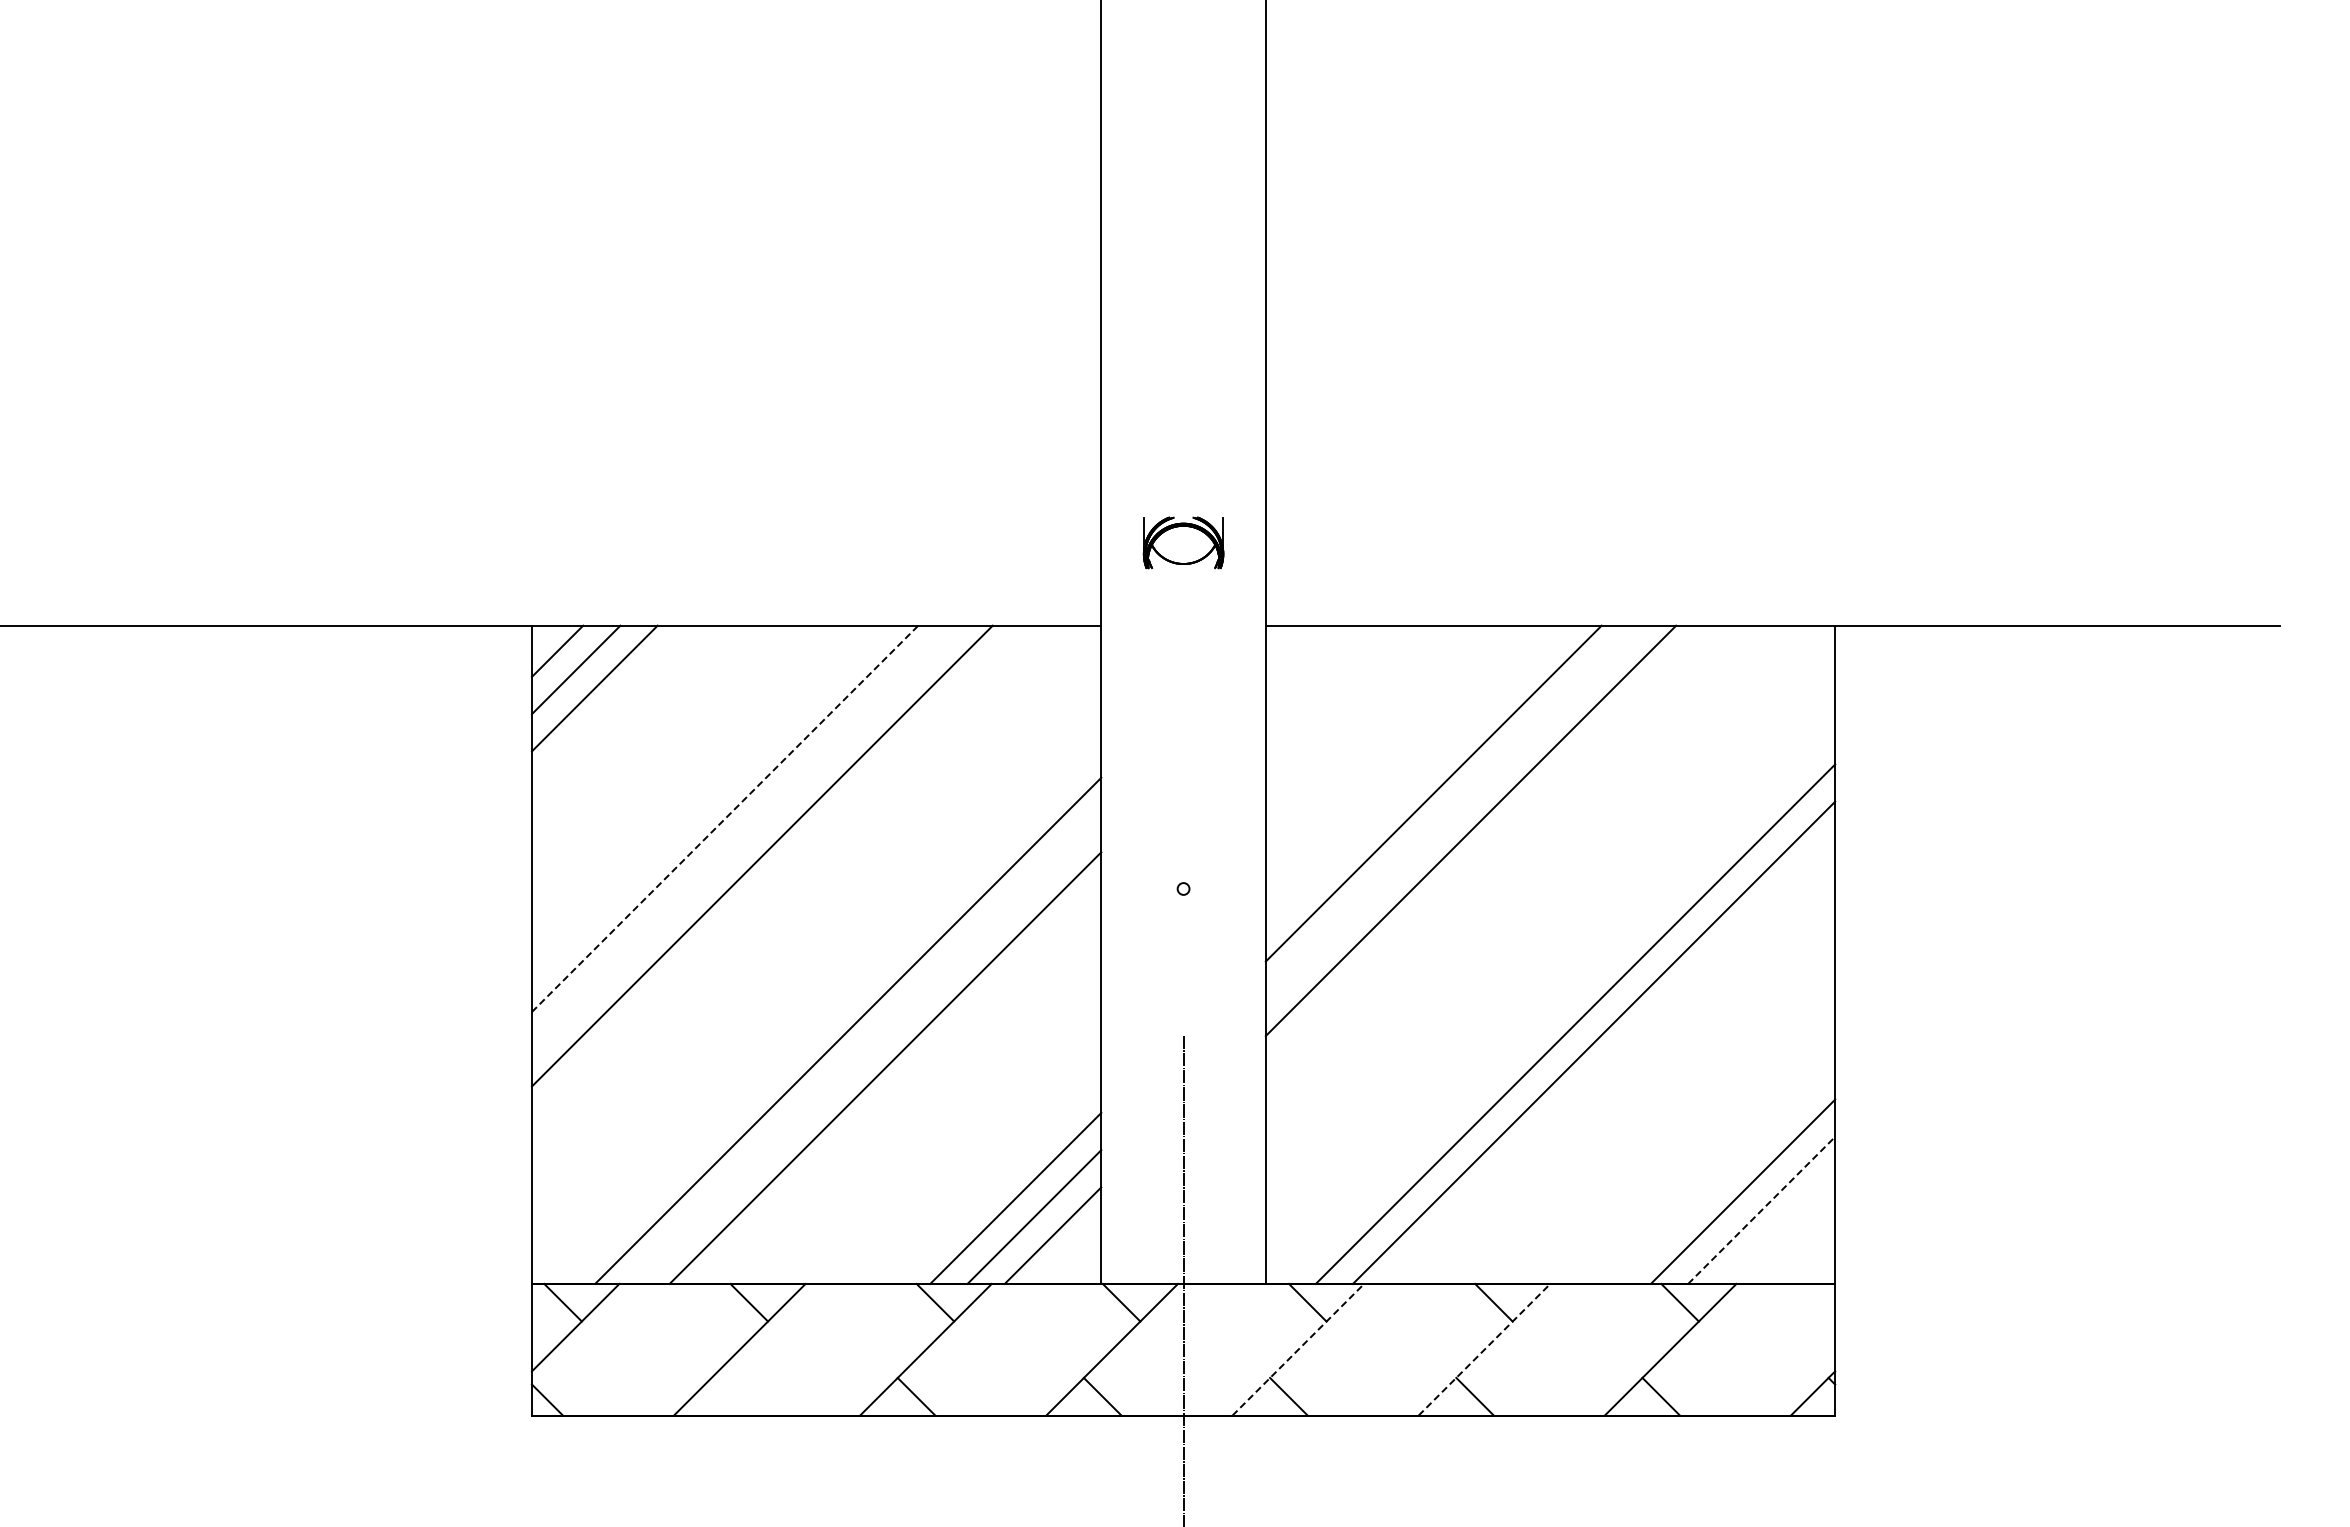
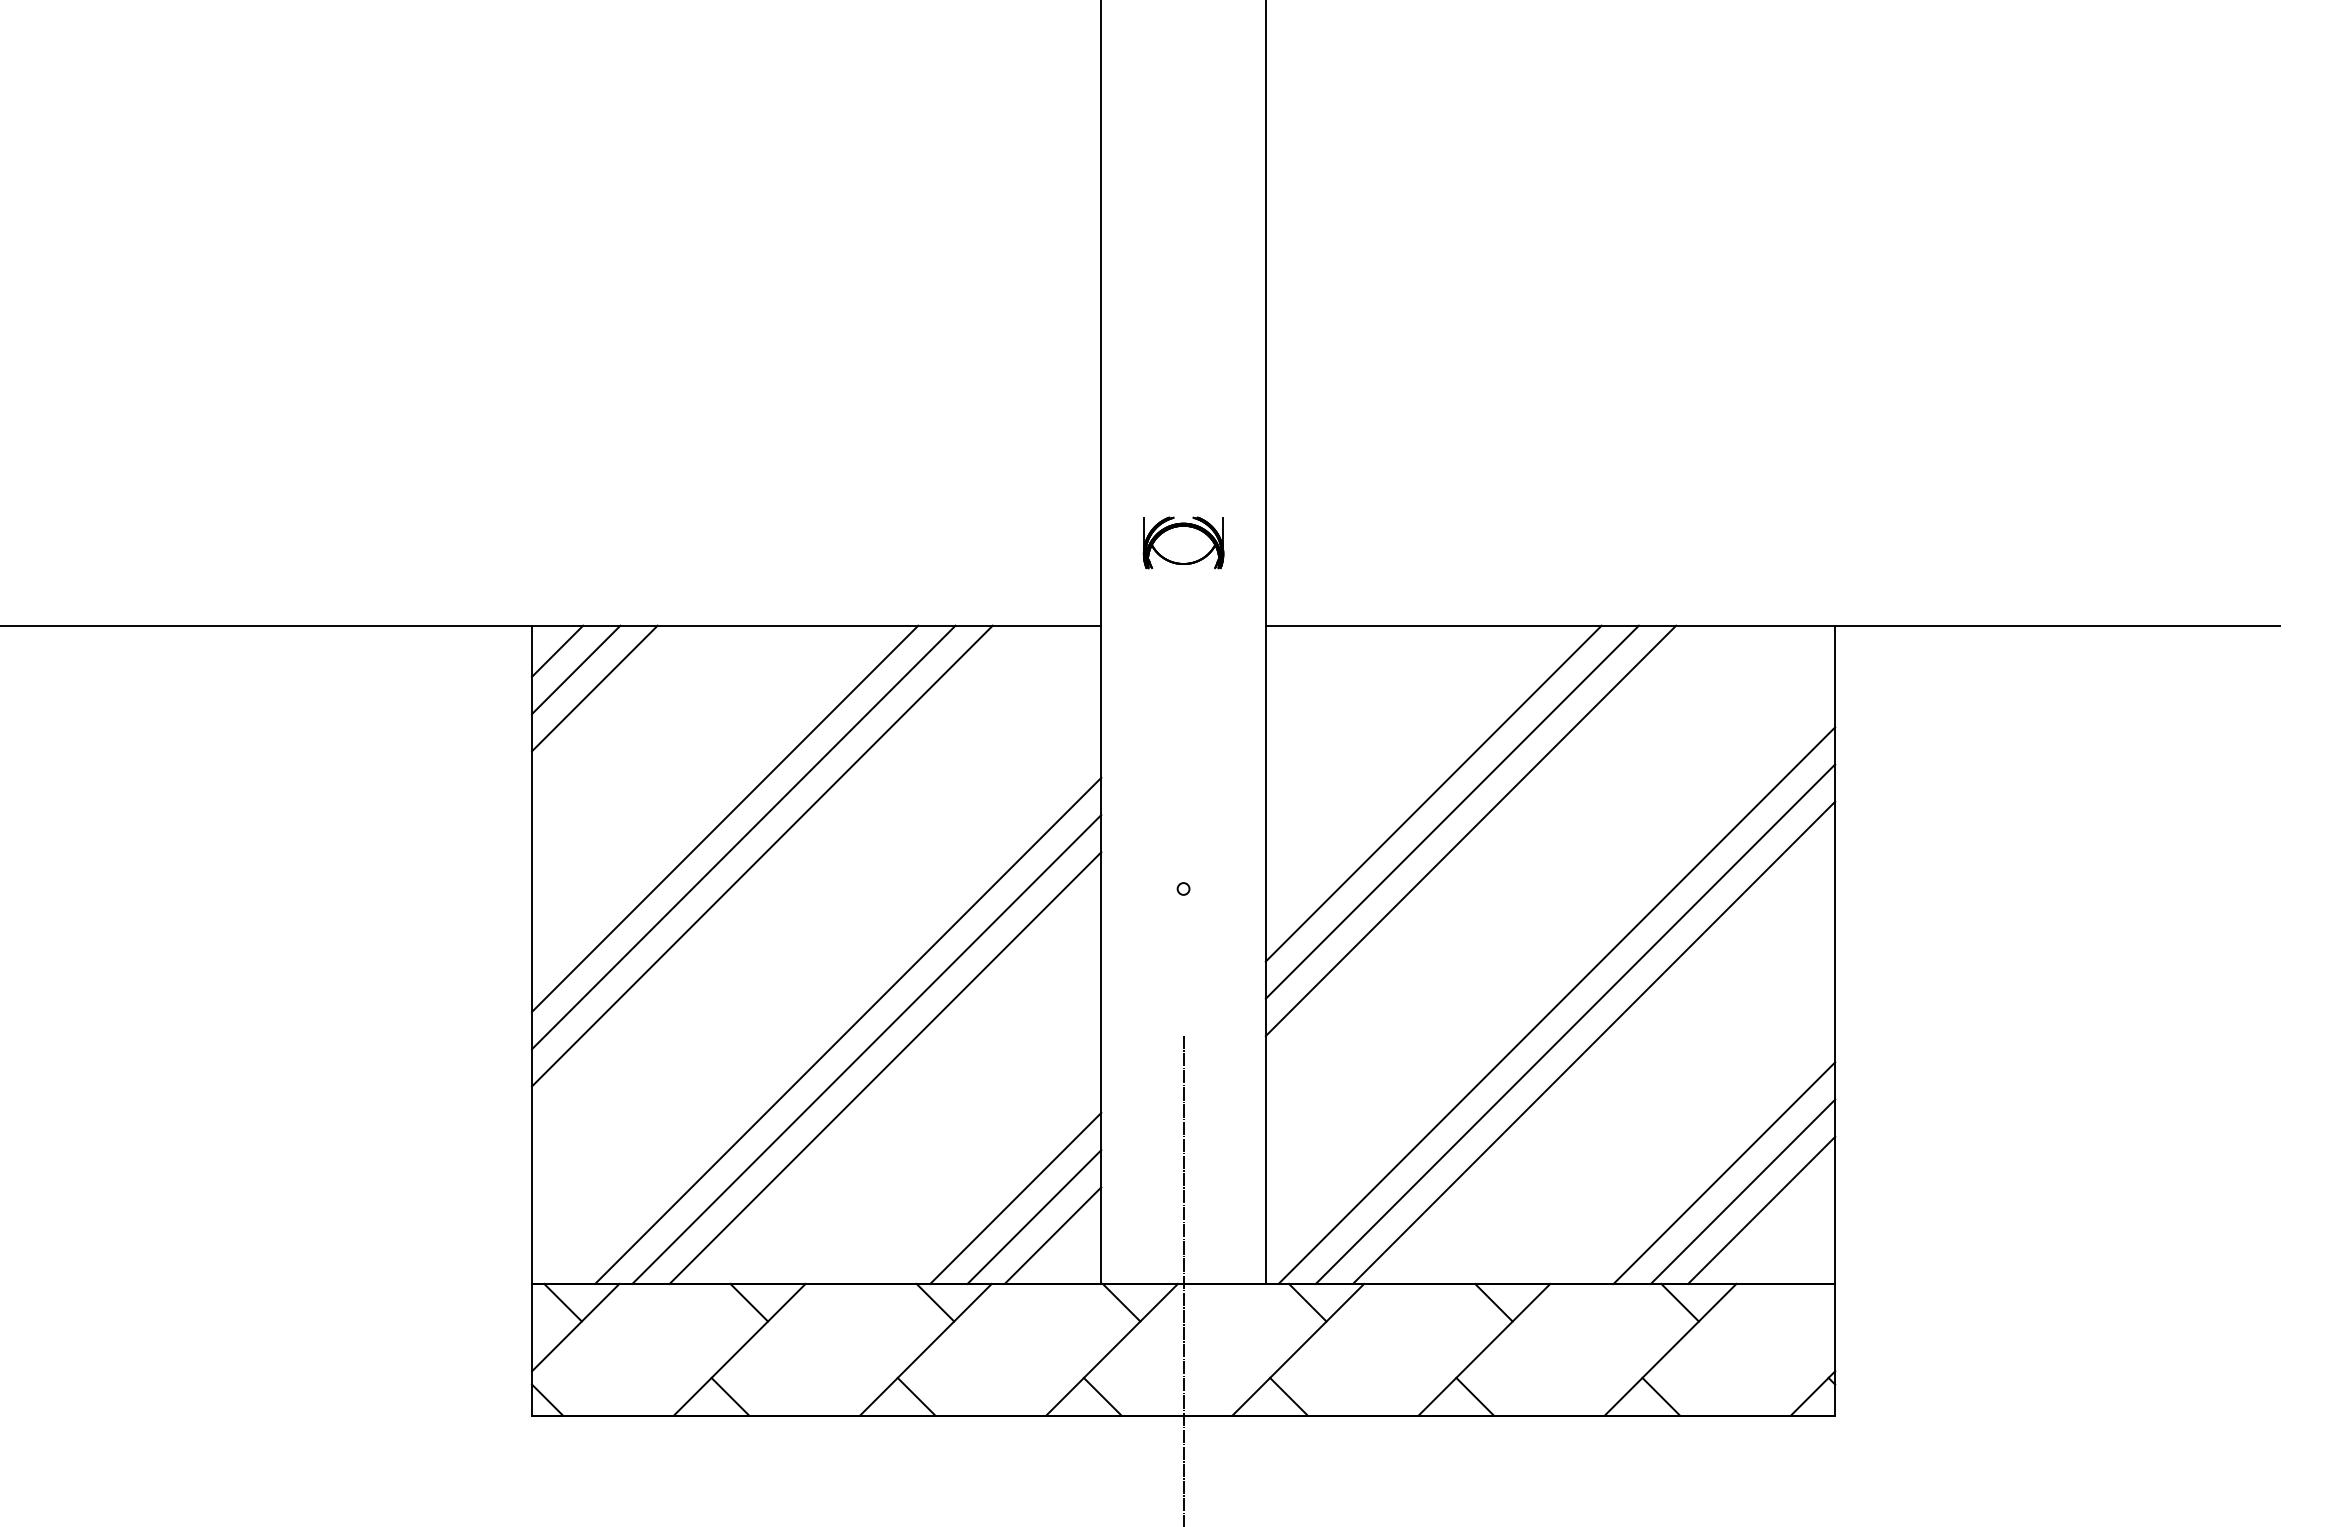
line at (1451, 811): none -> present
line at (725, 818): dashed -> solid
line at (743, 837): none -> present
line at (1556, 1005): none -> present
line at (866, 1049): none -> present
line at (1724, 1172): none -> present
line at (1761, 1210): dashed -> solid
line at (1298, 1349): dashed -> solid
line at (1484, 1349): dashed -> solid
line at (730, 1396): none -> present
